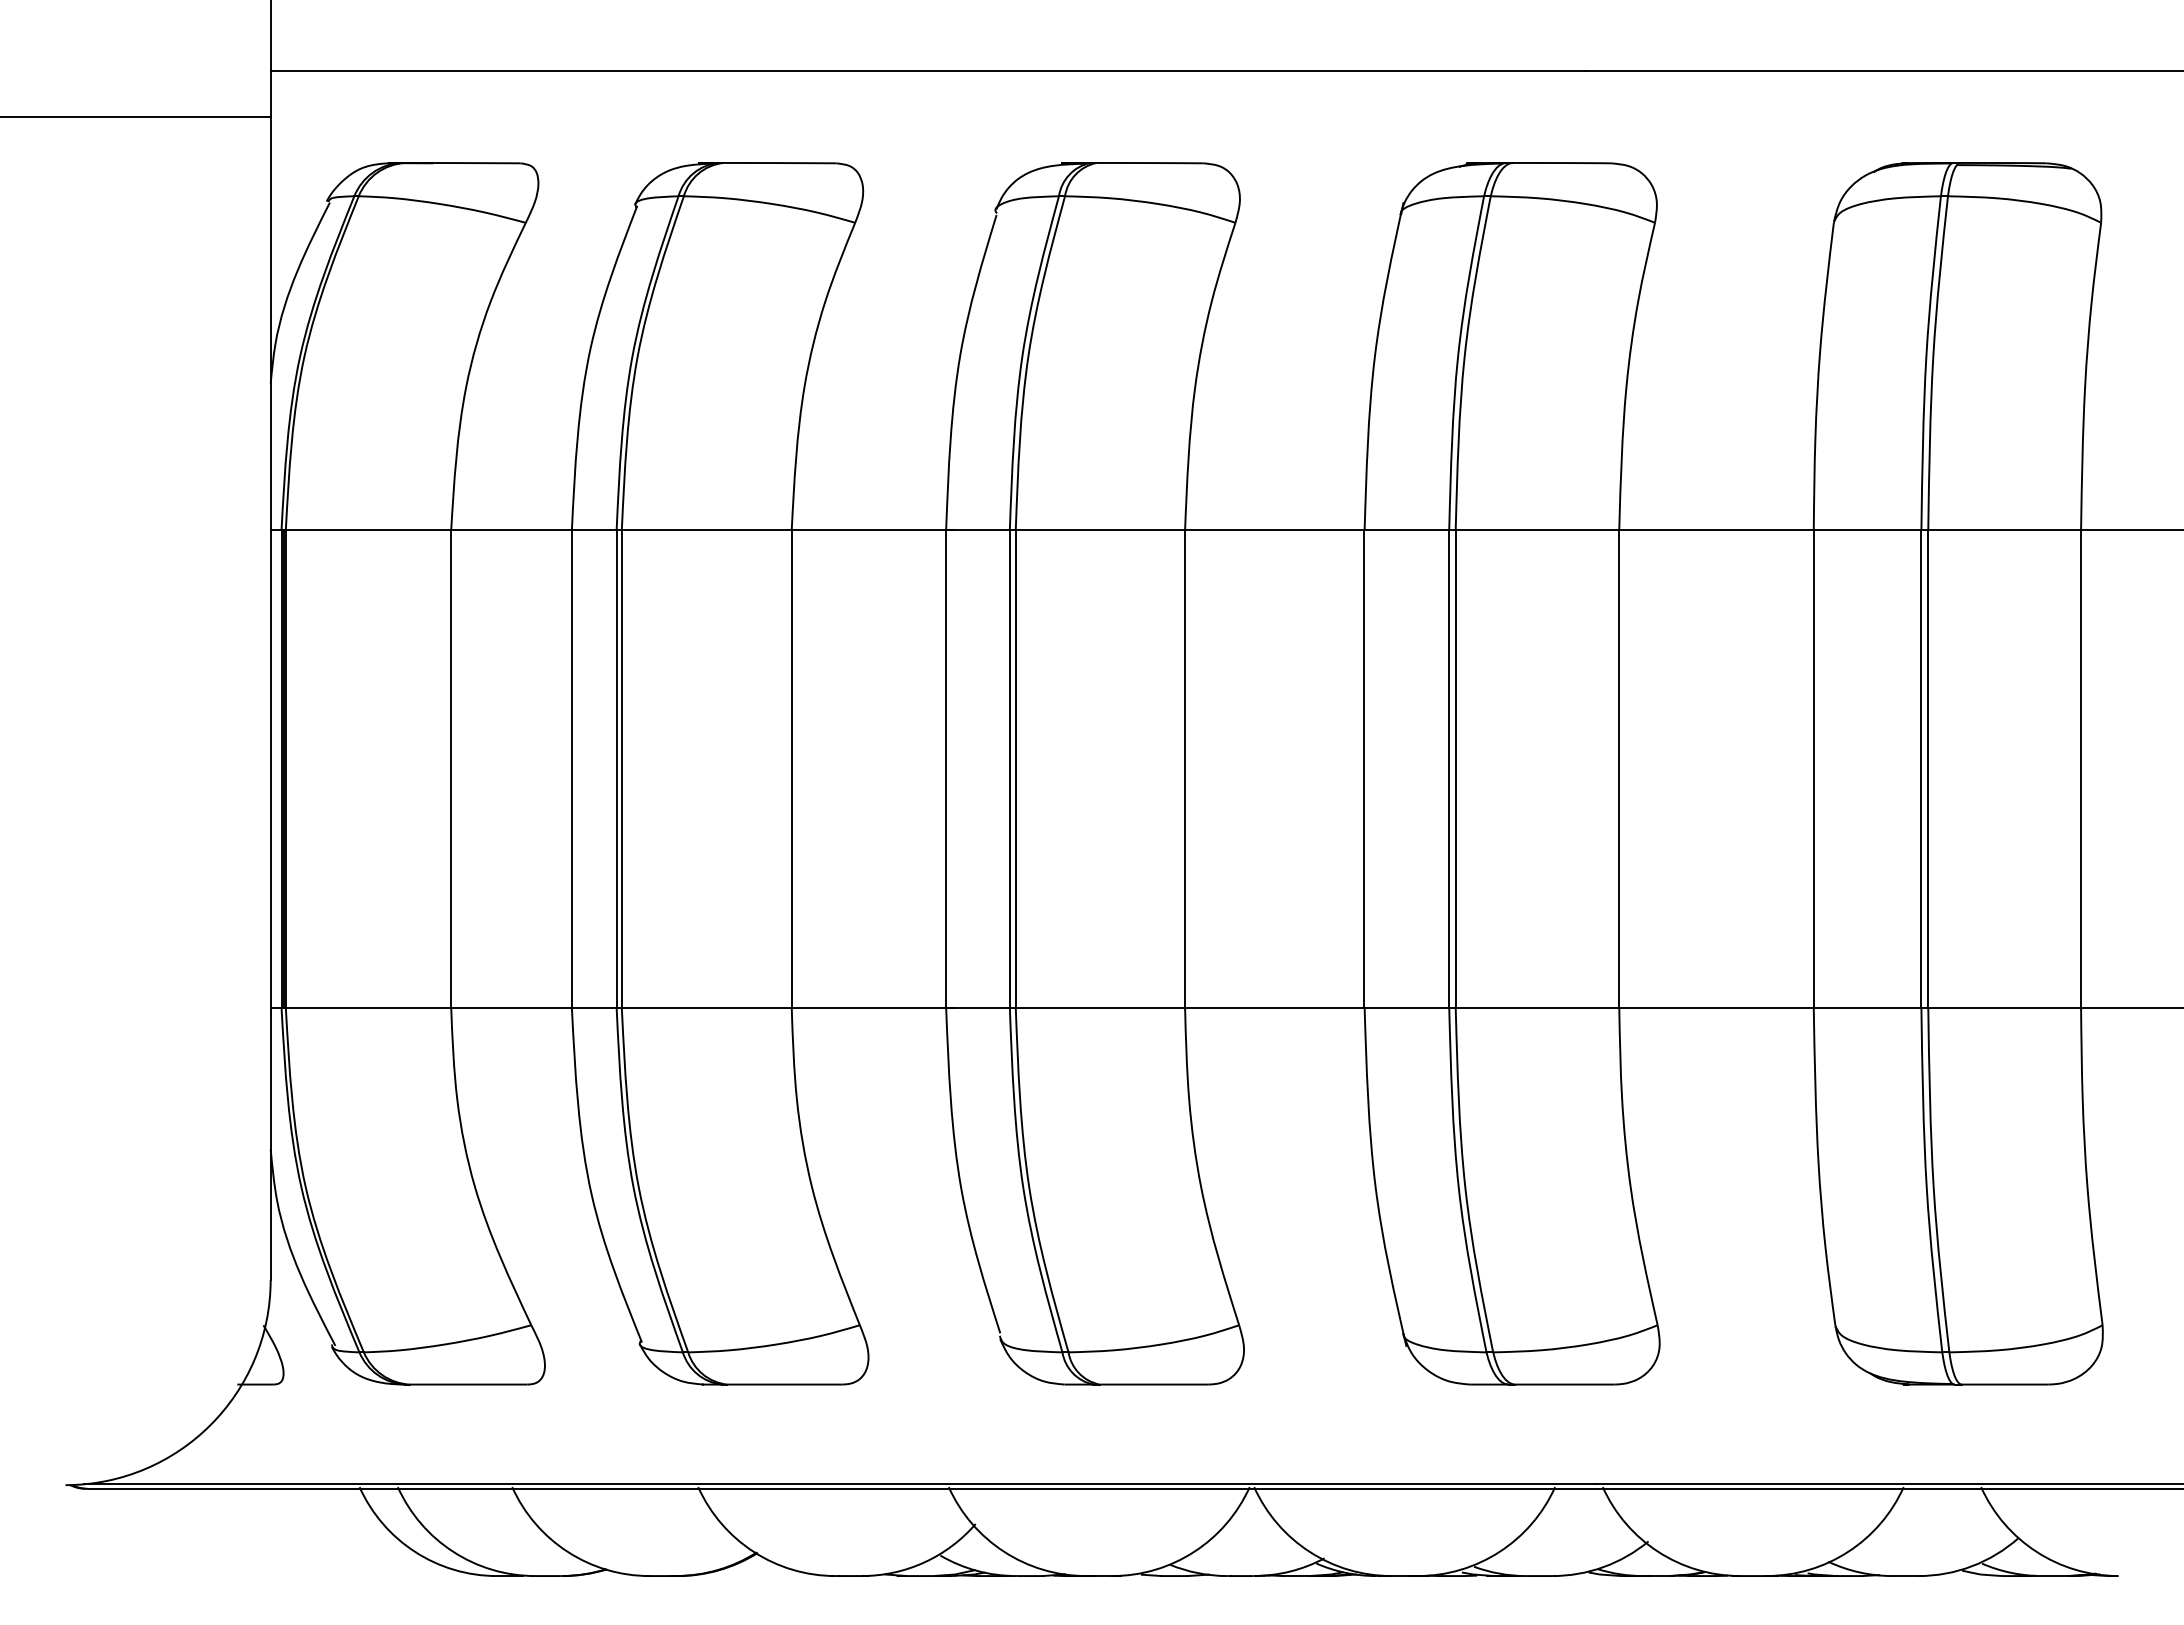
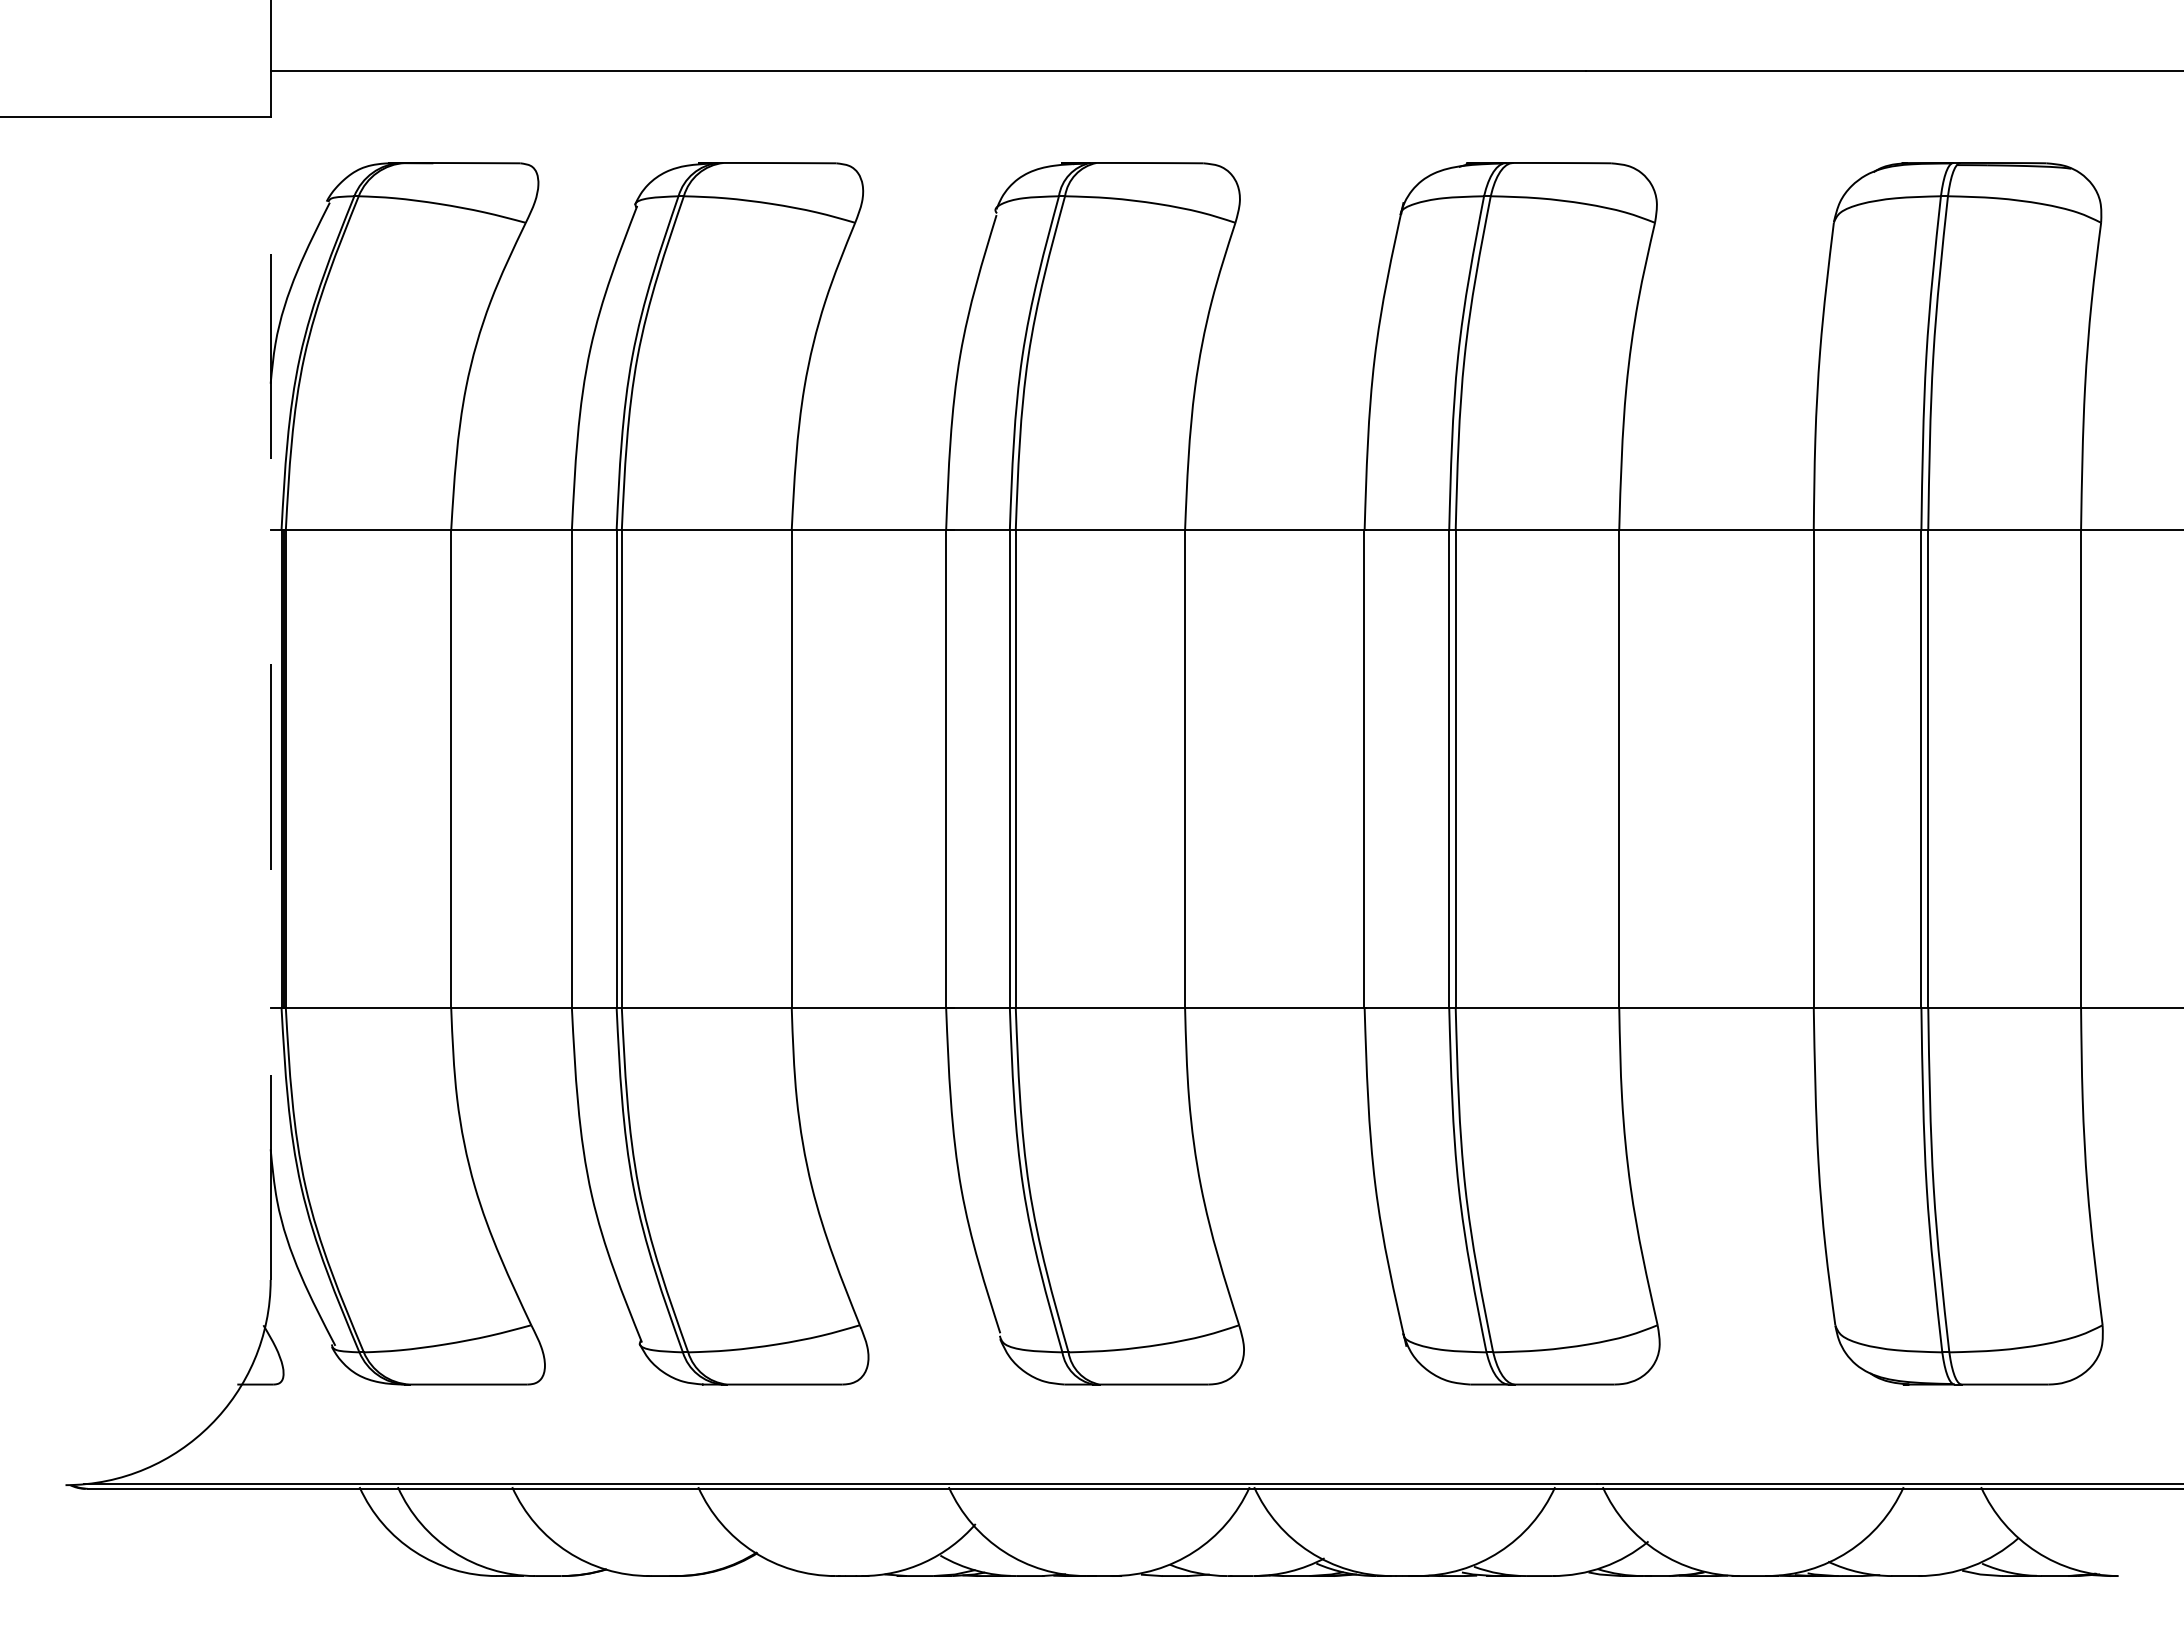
line at (270, 698): solid -> dashed
